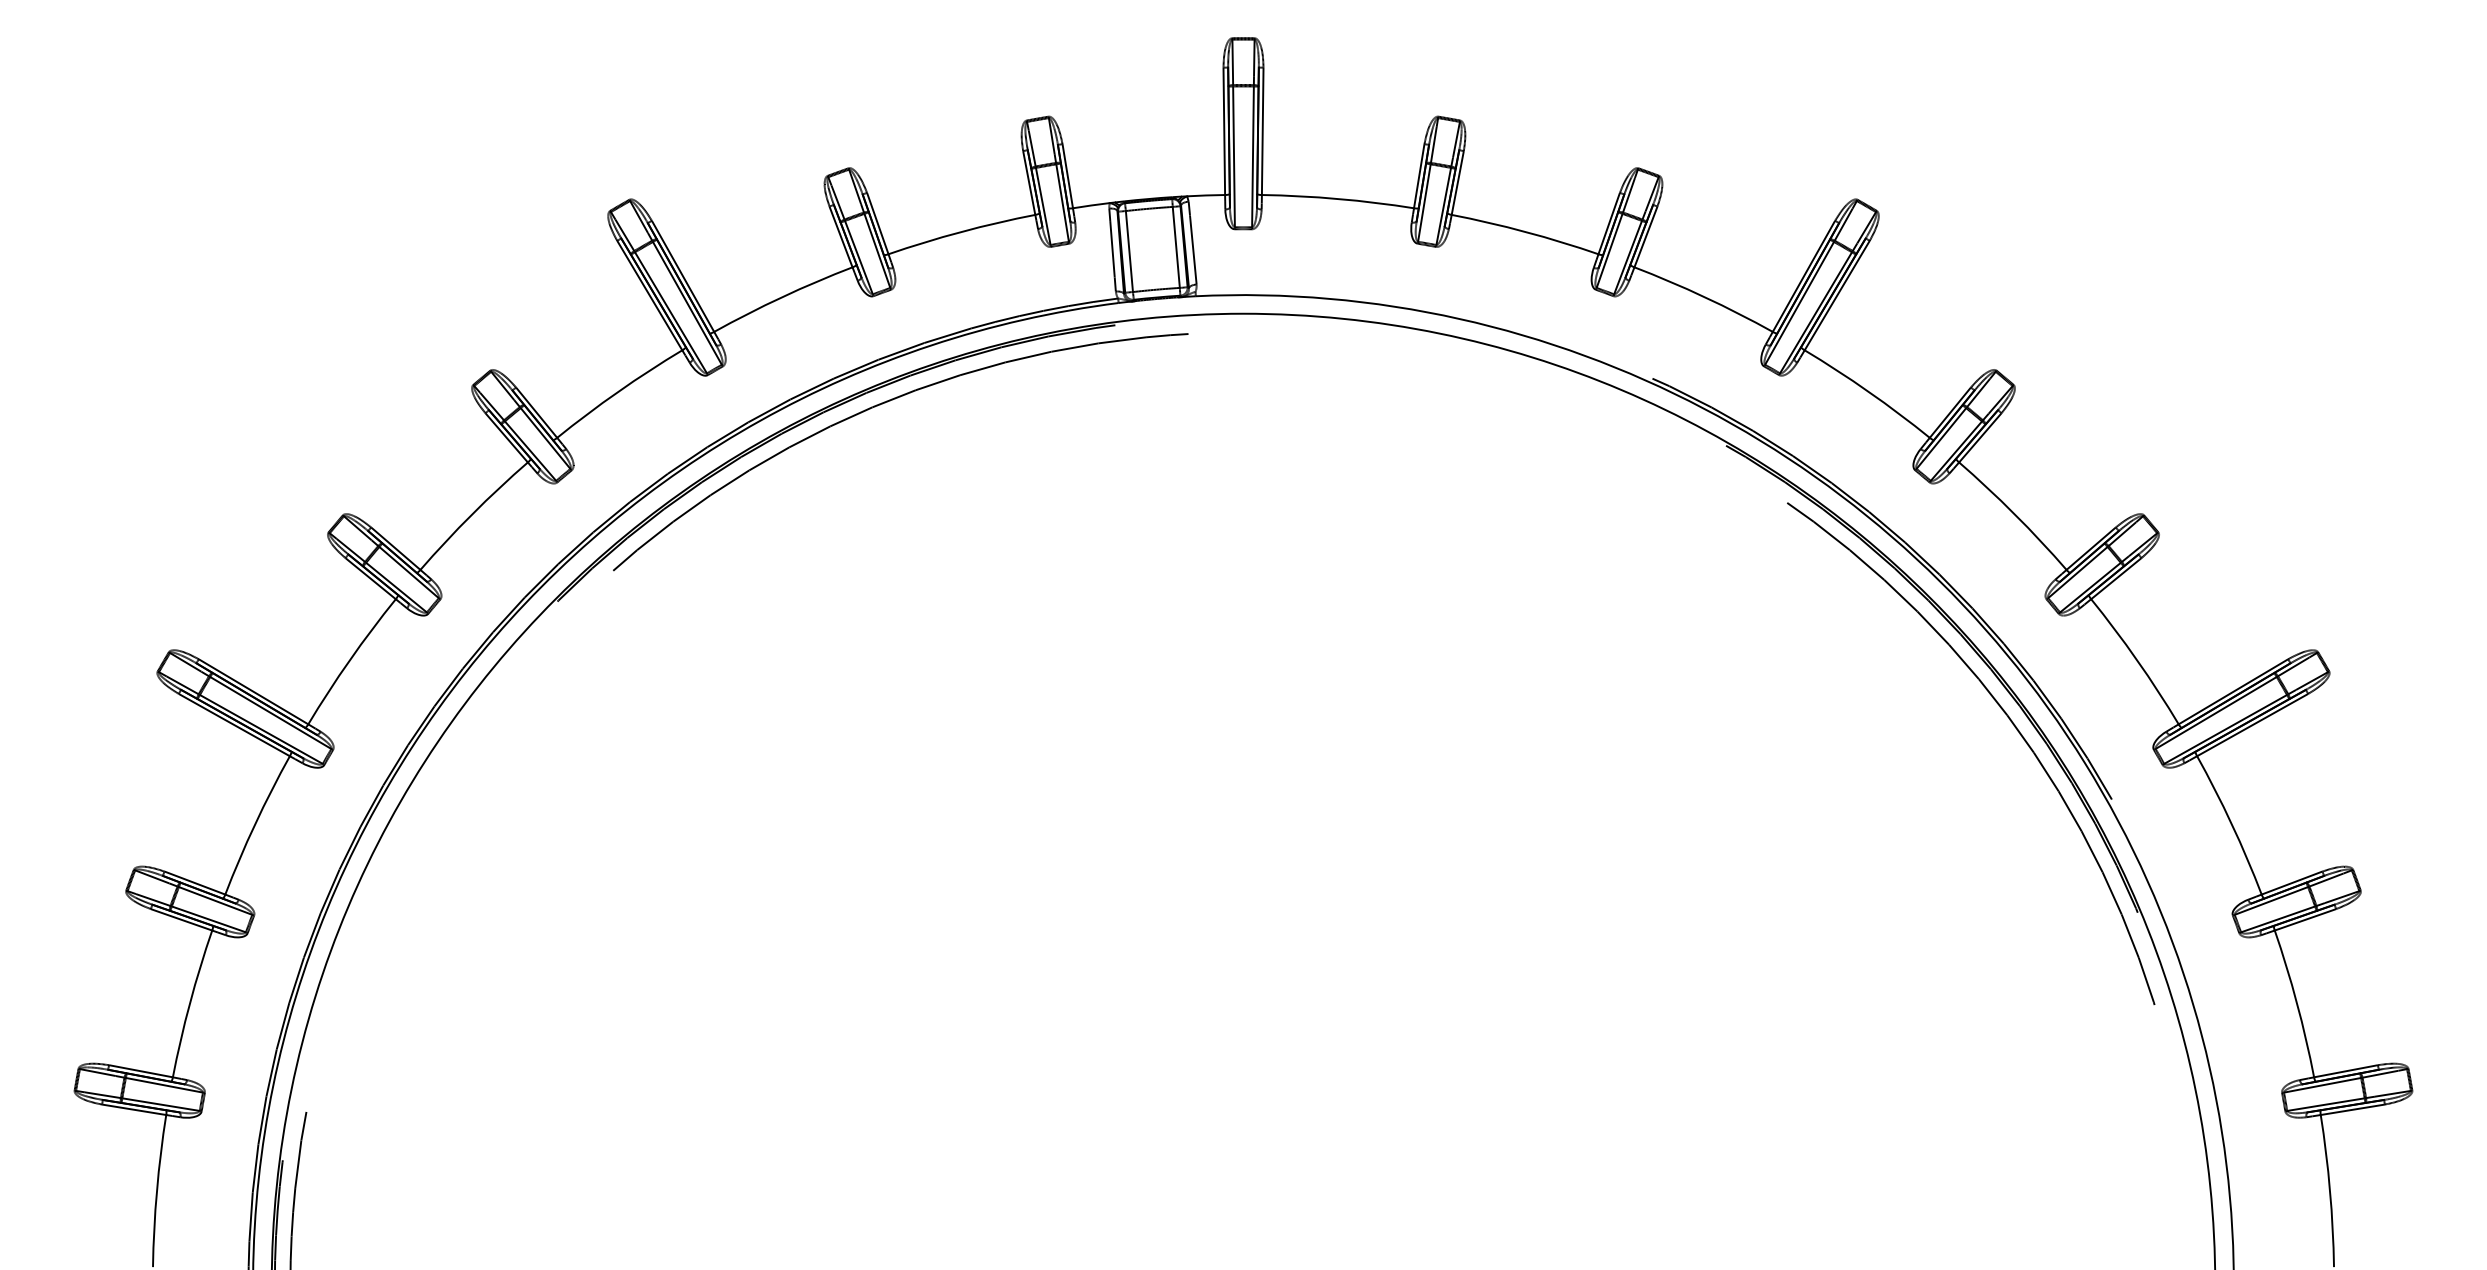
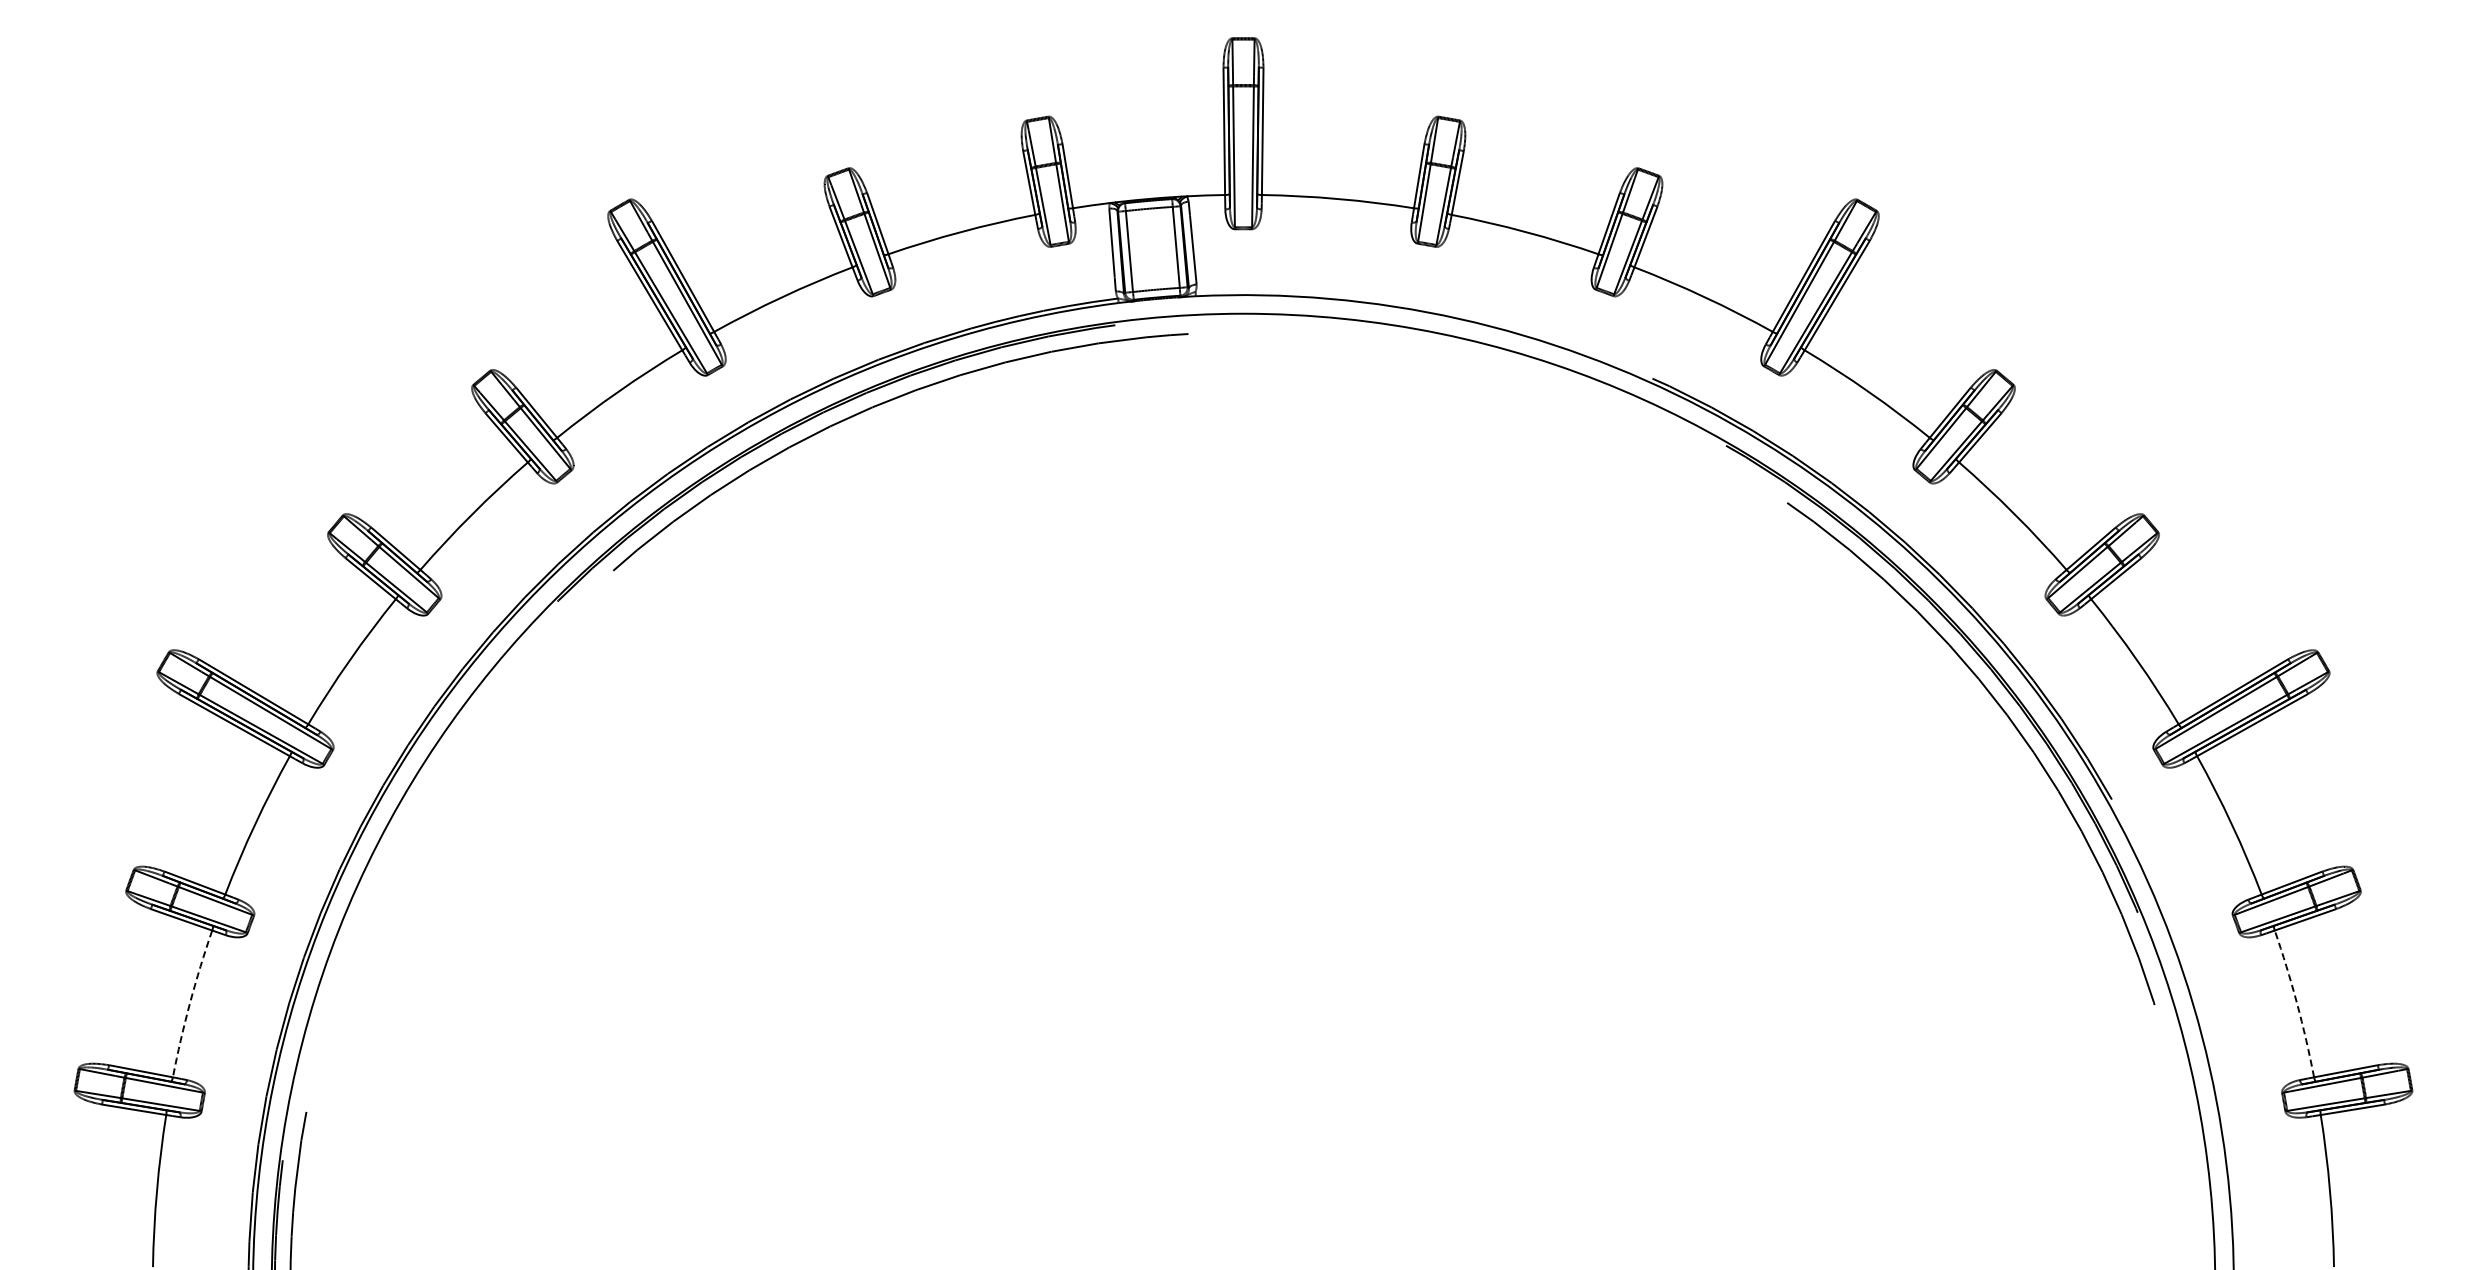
arc at (190, 1003): solid -> dashed
arc at (2297, 1003): solid -> dashed
